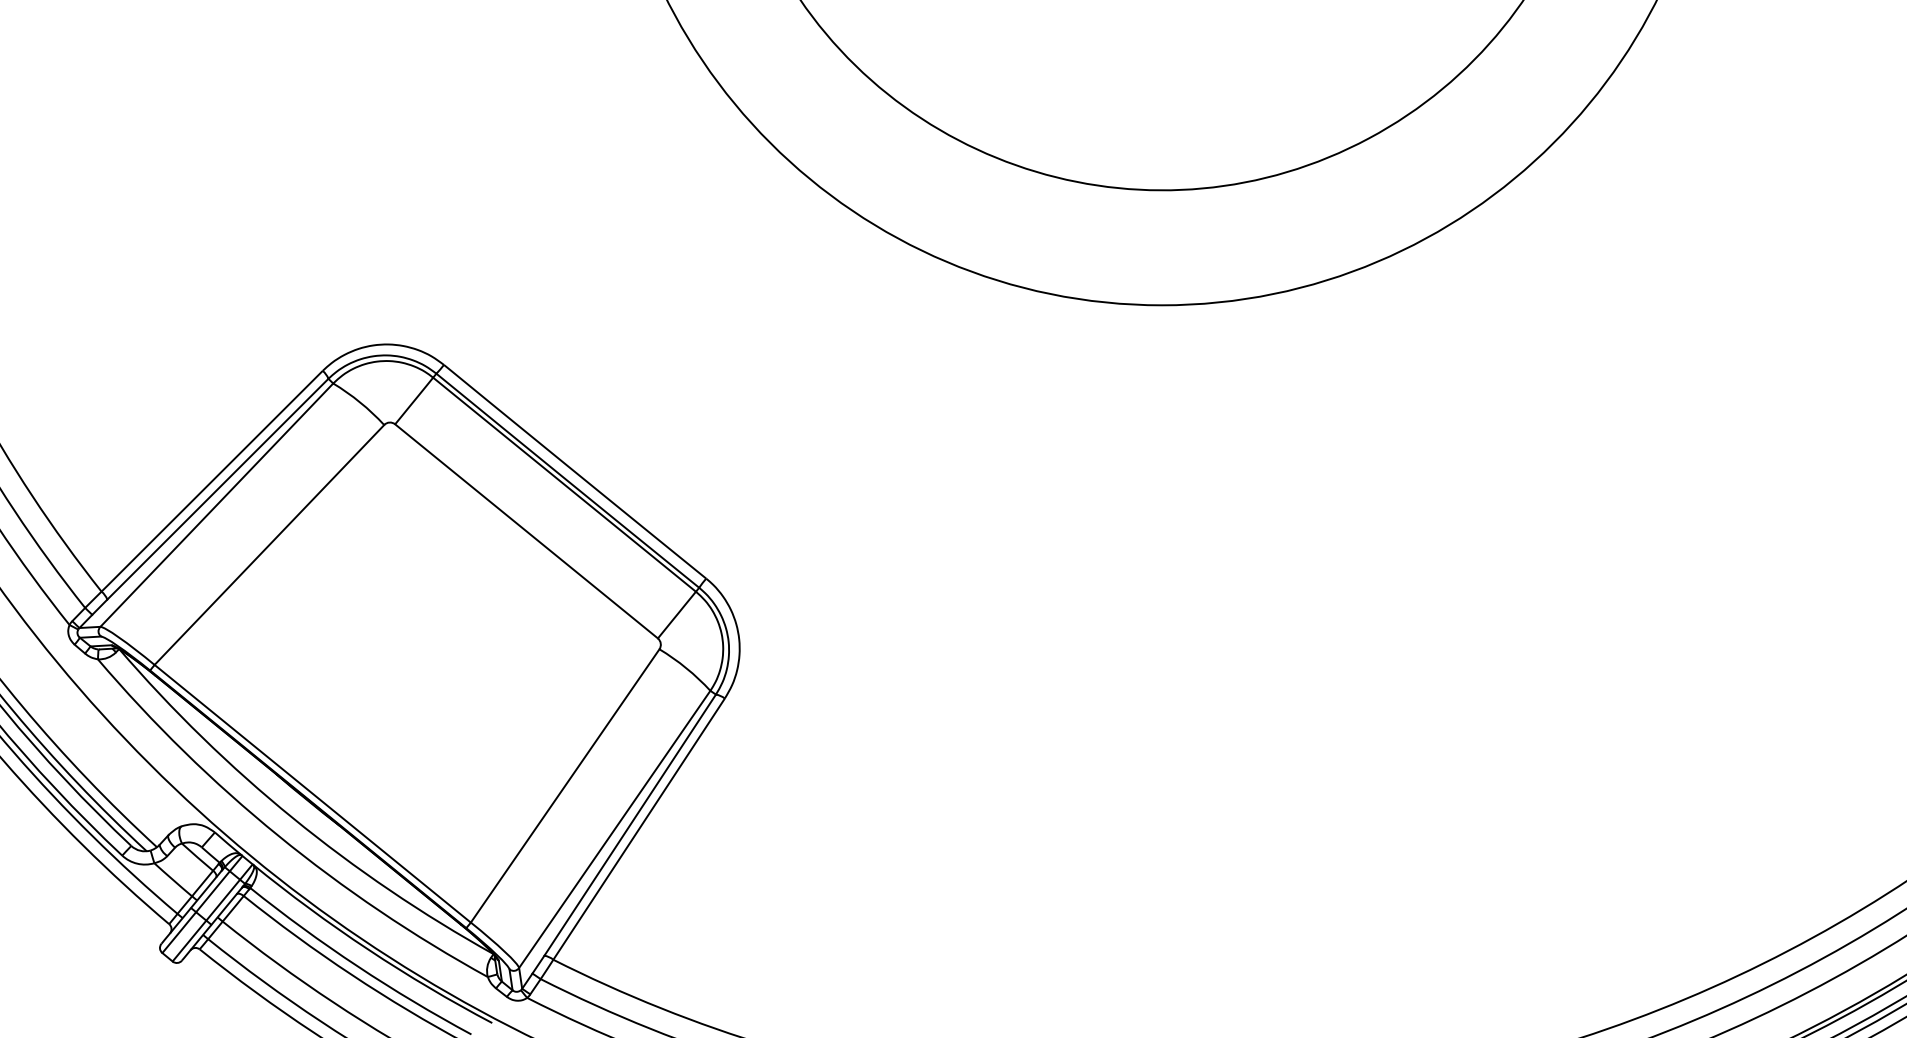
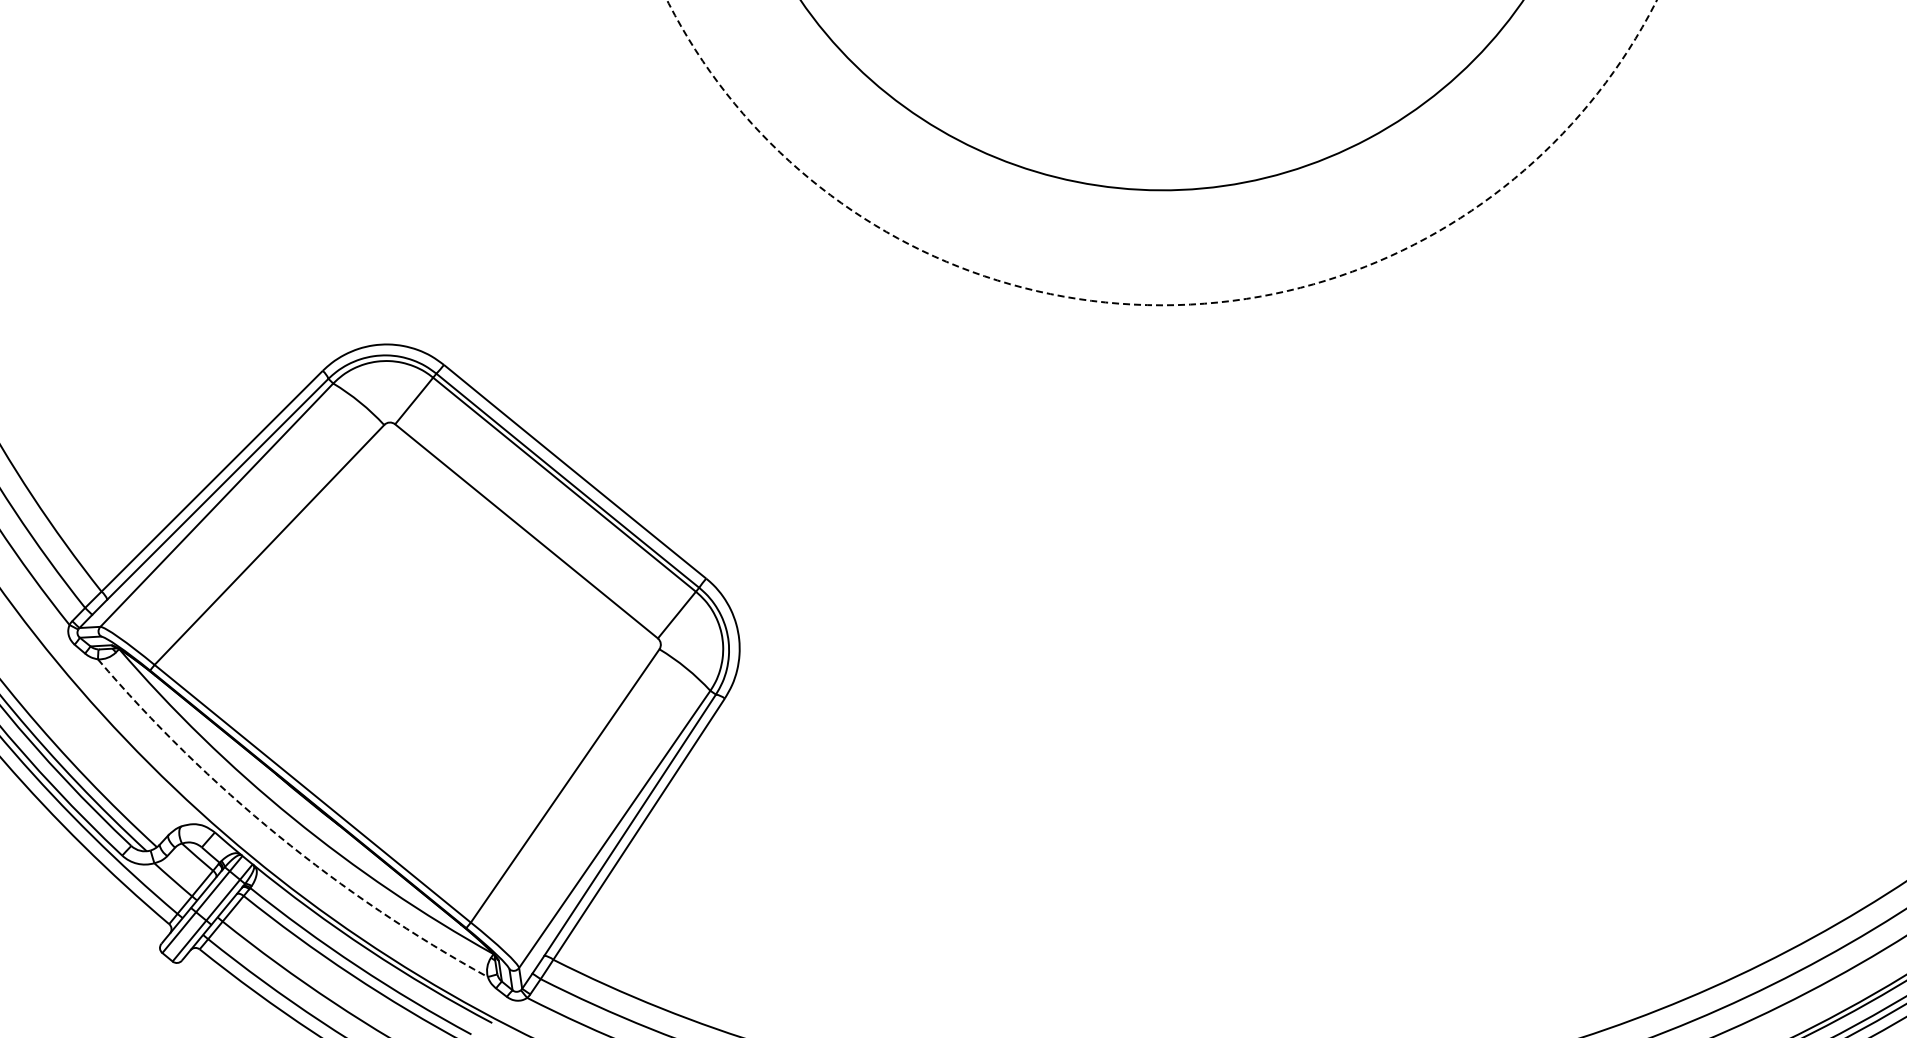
circle at (1161, 152): solid -> dashed
arc at (278, 835): solid -> dashed
